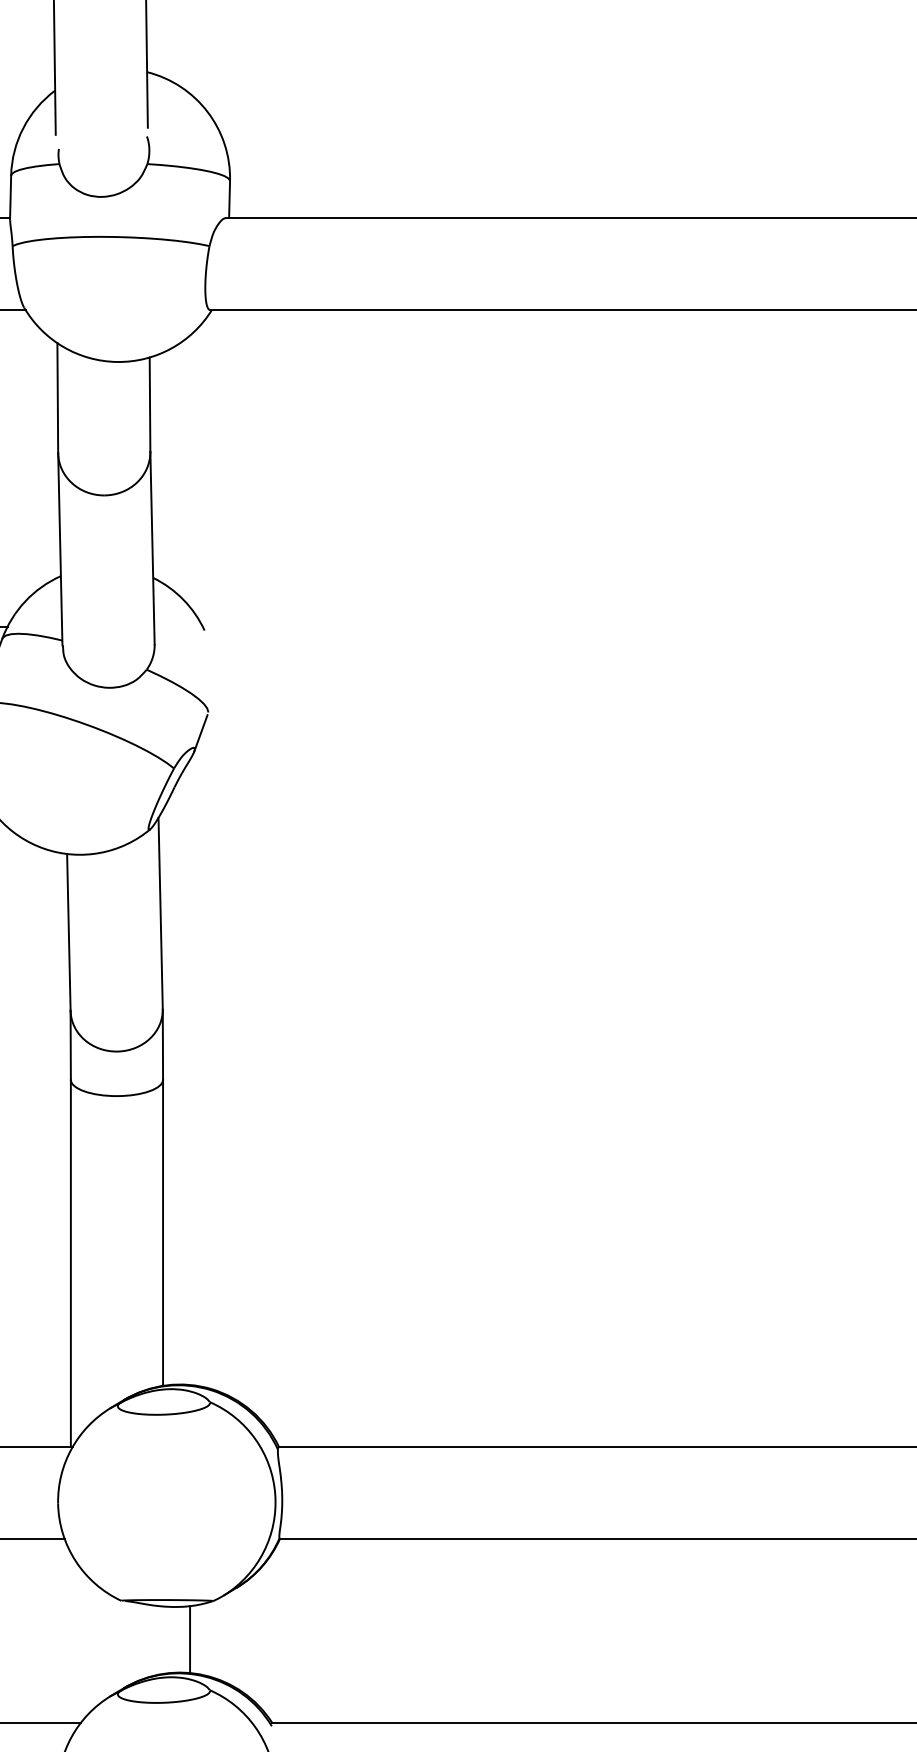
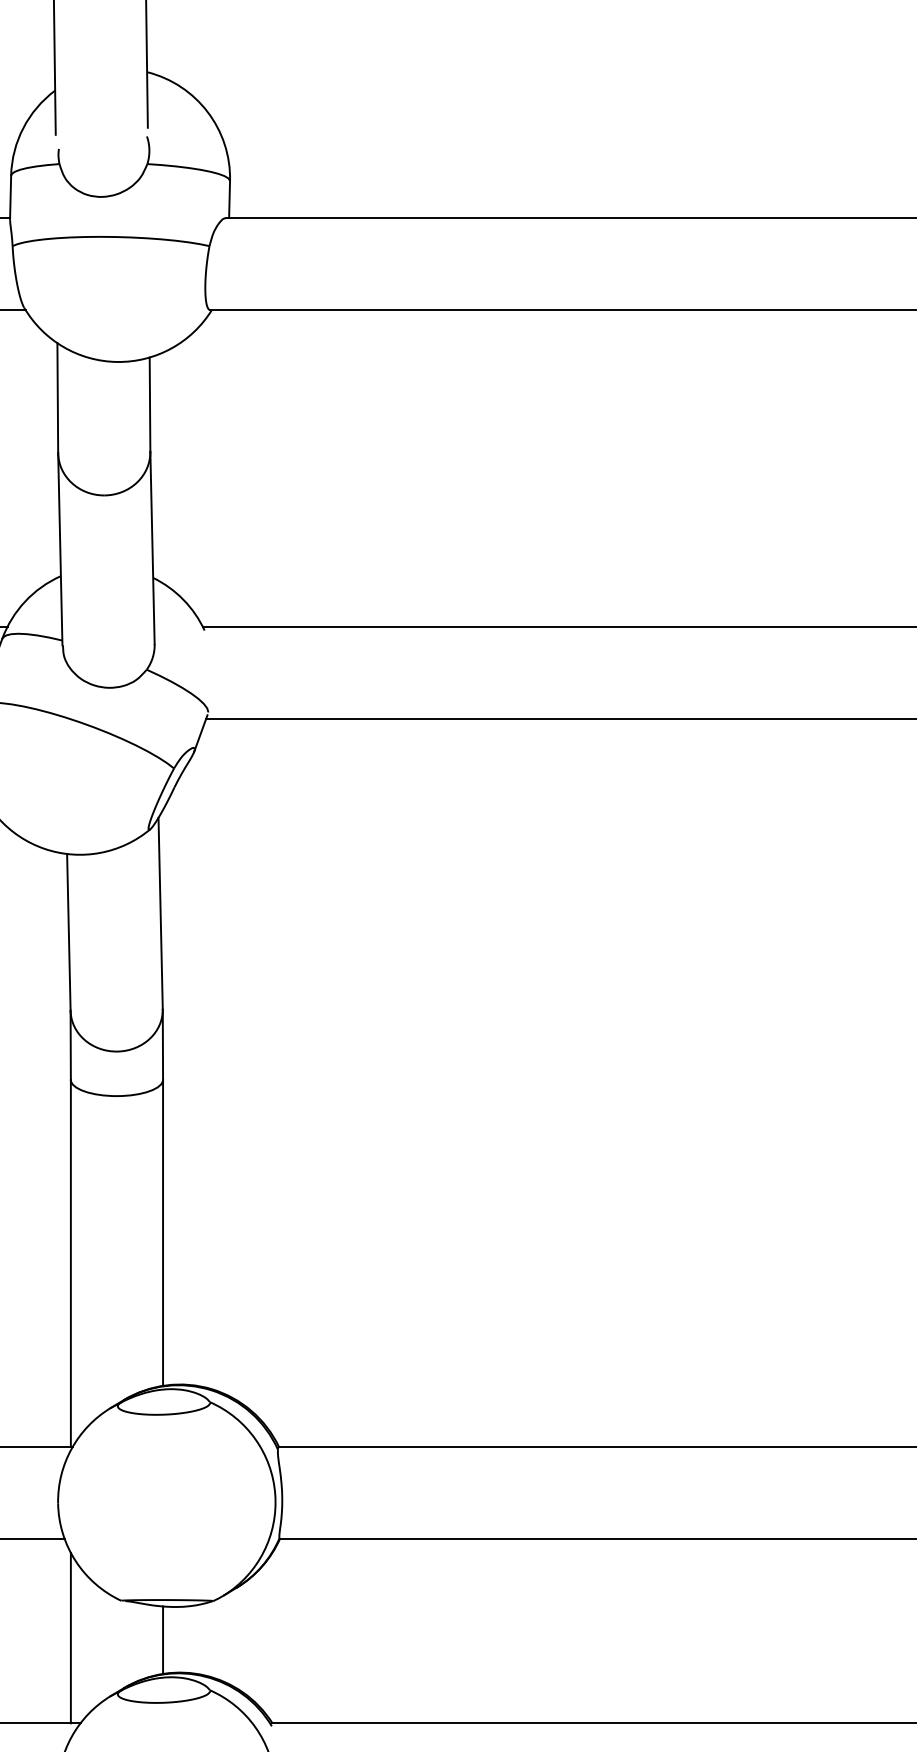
line at (557, 626): none -> present
line at (559, 718): none -> present
line at (70, 1637): none -> present
line at (190, 1639) position: (190, 1639) -> (163, 1639)
